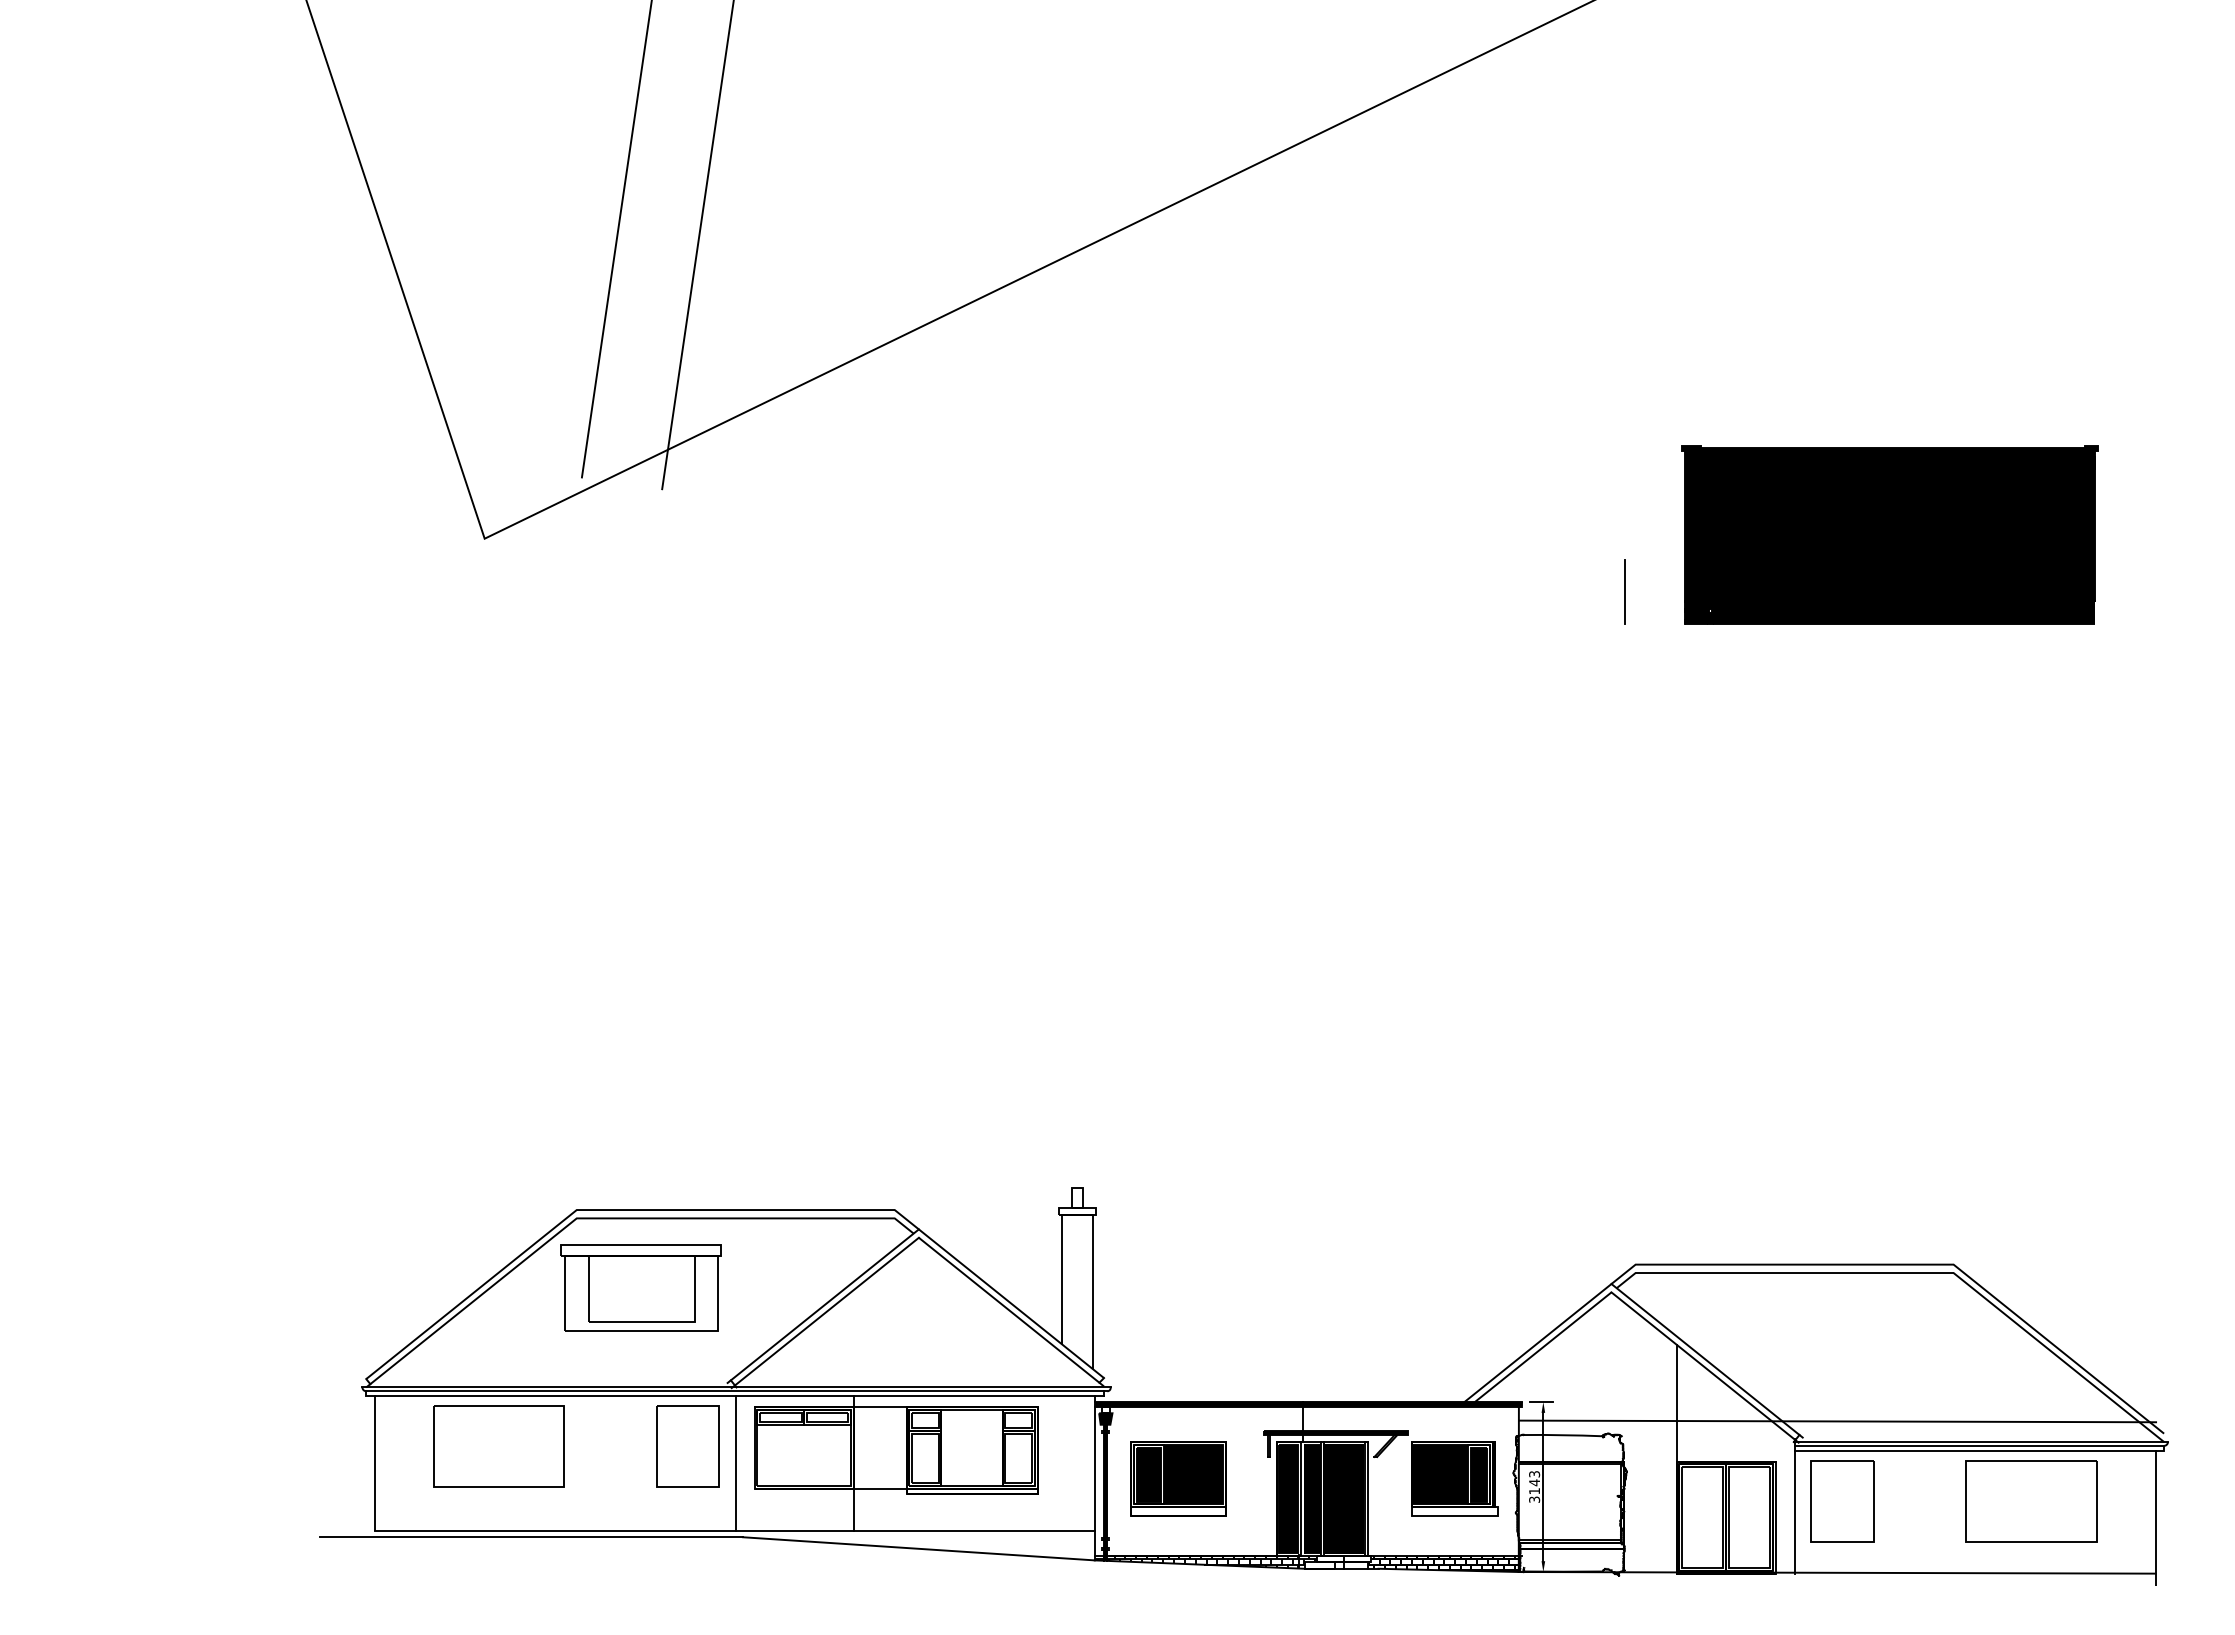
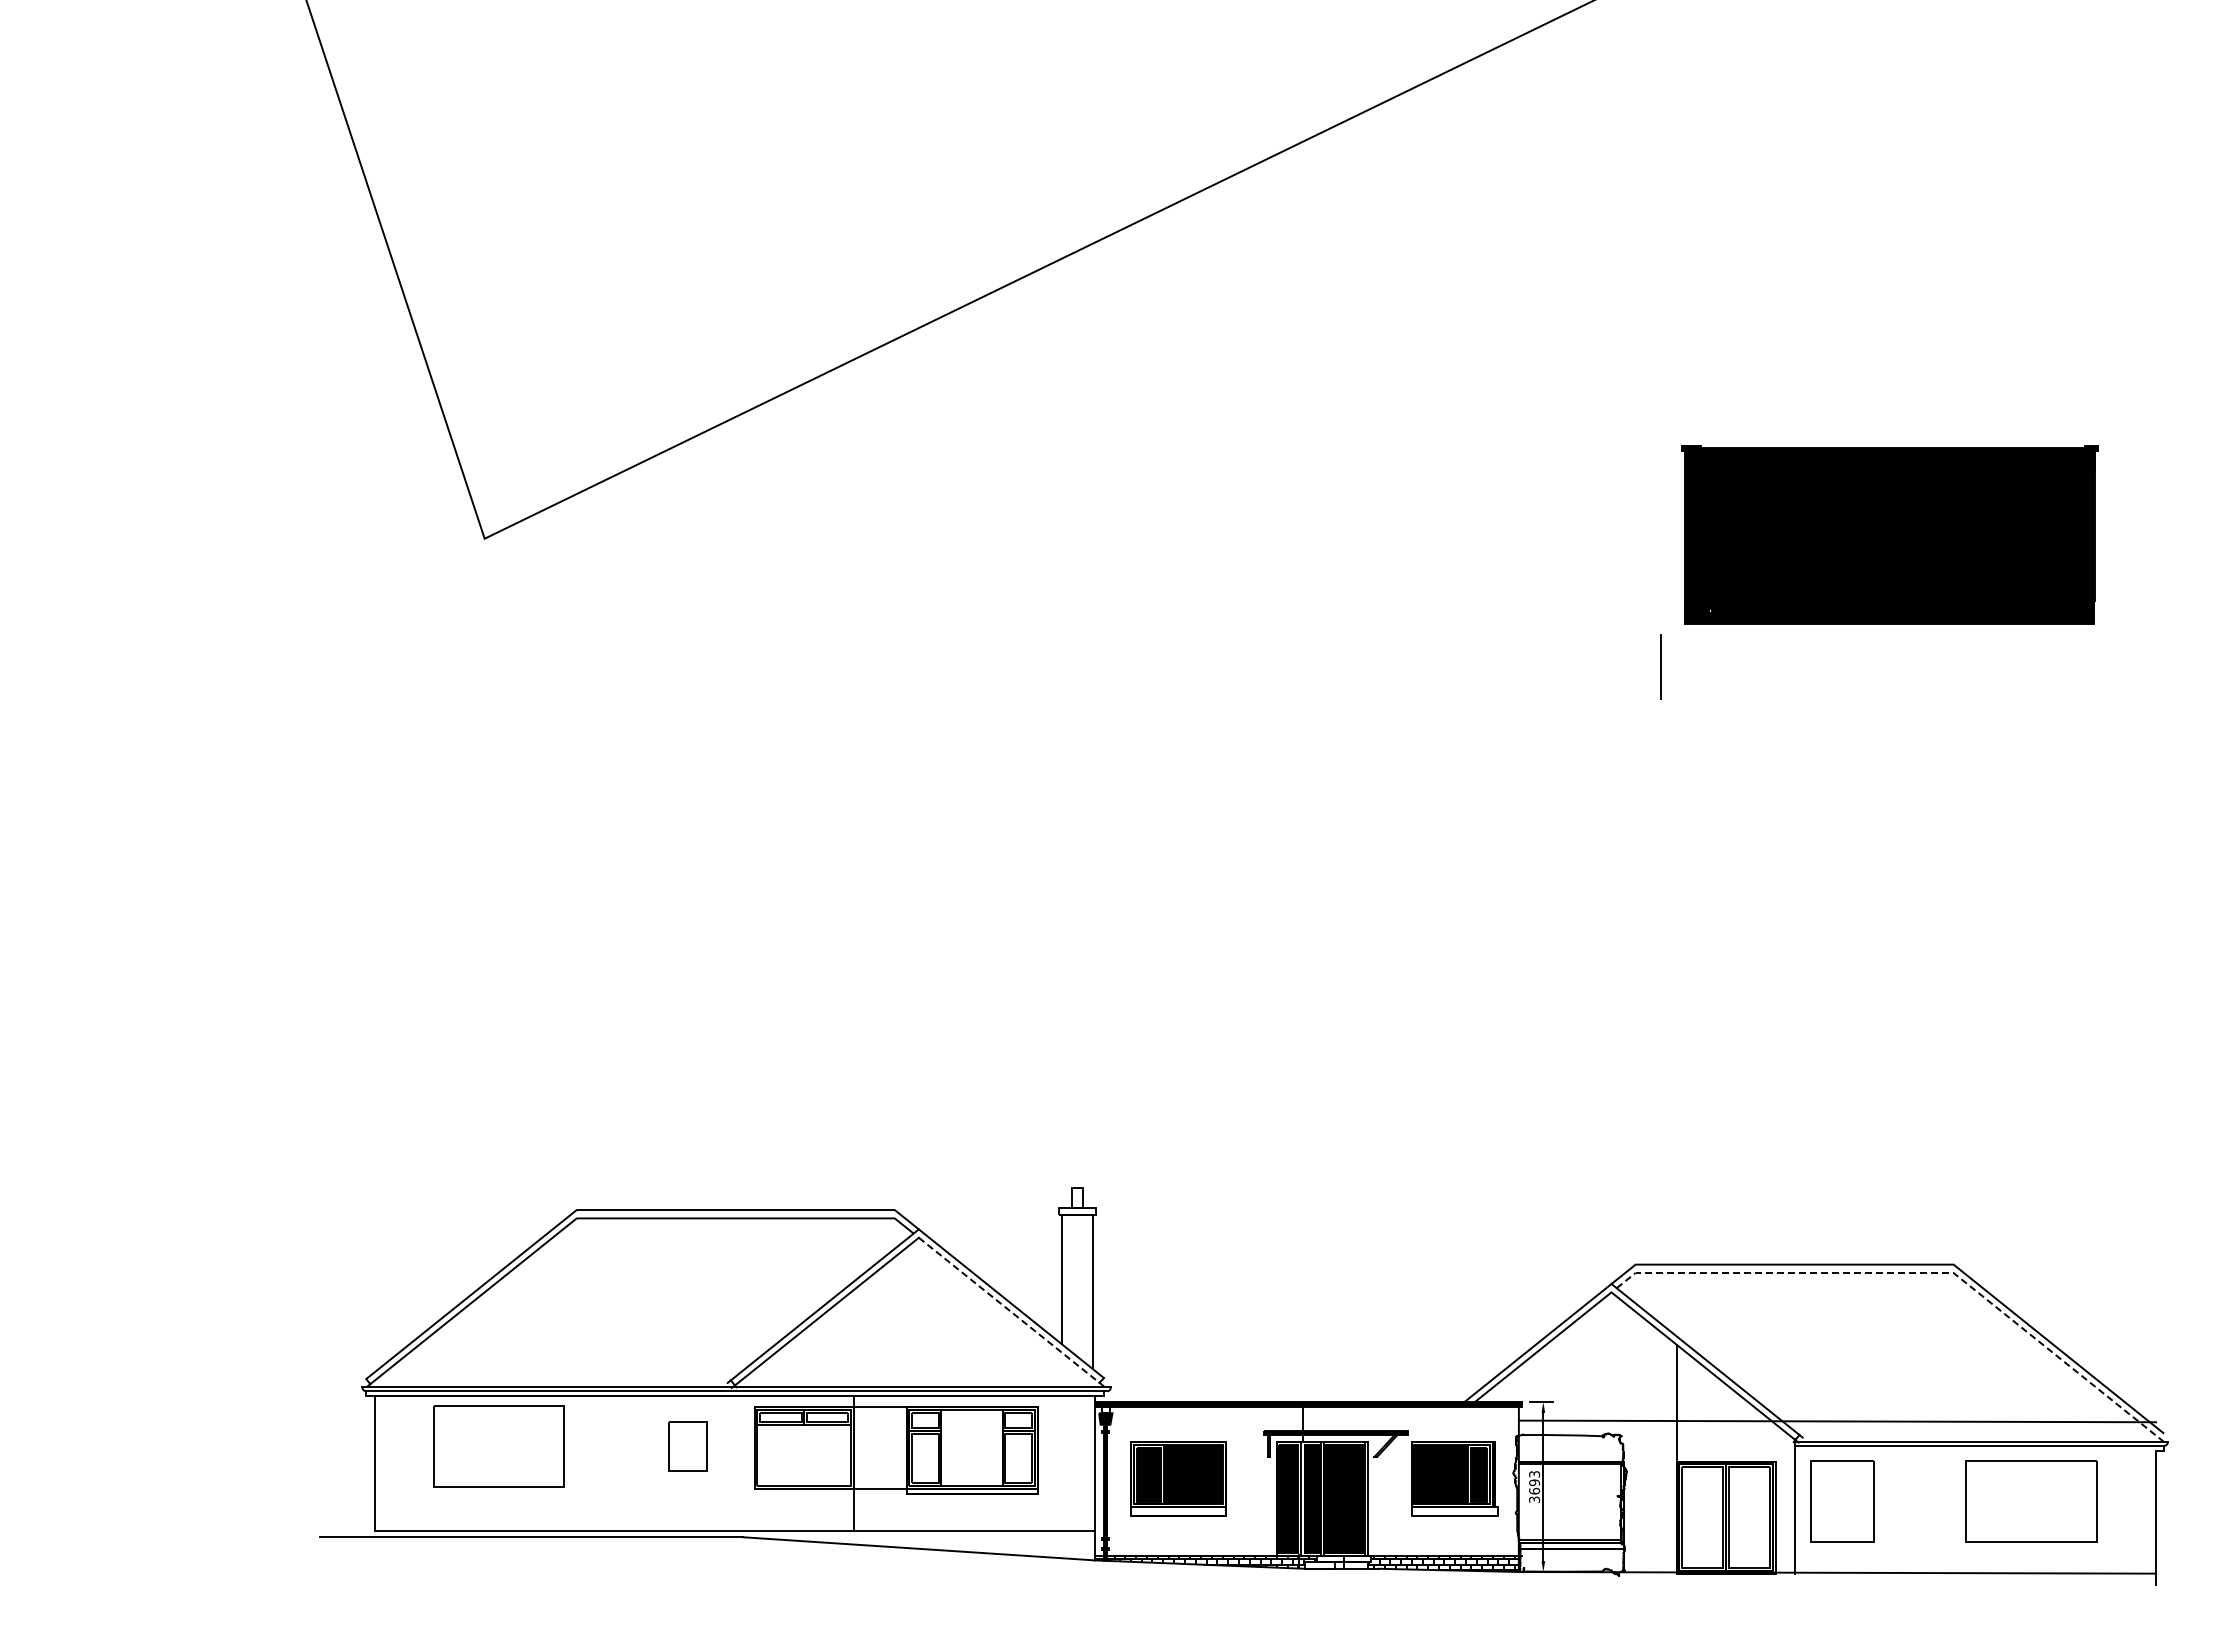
line at (616, 239): present -> none
line at (697, 245): present -> none
line at (1624, 591) position: (1624, 591) -> (1660, 666)
line at (1916, 1273): solid -> dashed
part at (640, 1287): present -> none
line at (1011, 1312): solid -> dashed
part at (687, 1446) size: 64x83 px -> 40x51 px
line at (1974, 1450): present -> none
line at (735, 1463): present -> none
text at (1534, 1486): 3143 -> 3693
